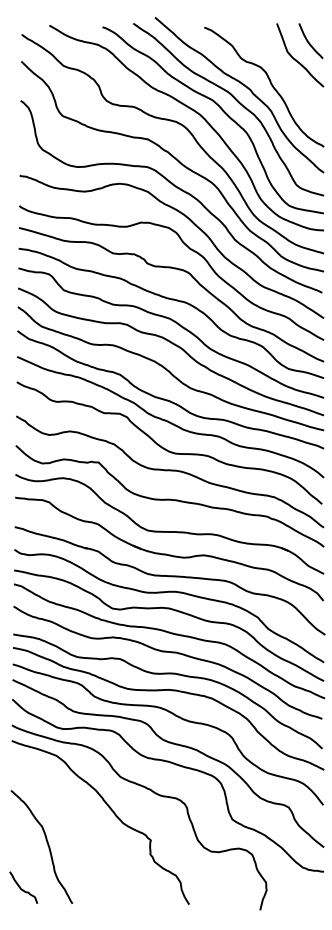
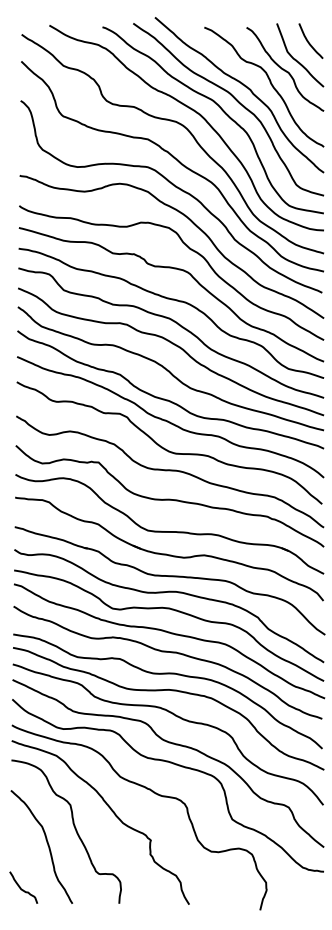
curve at (285, 69): none -> present
curve at (74, 828): none -> present
